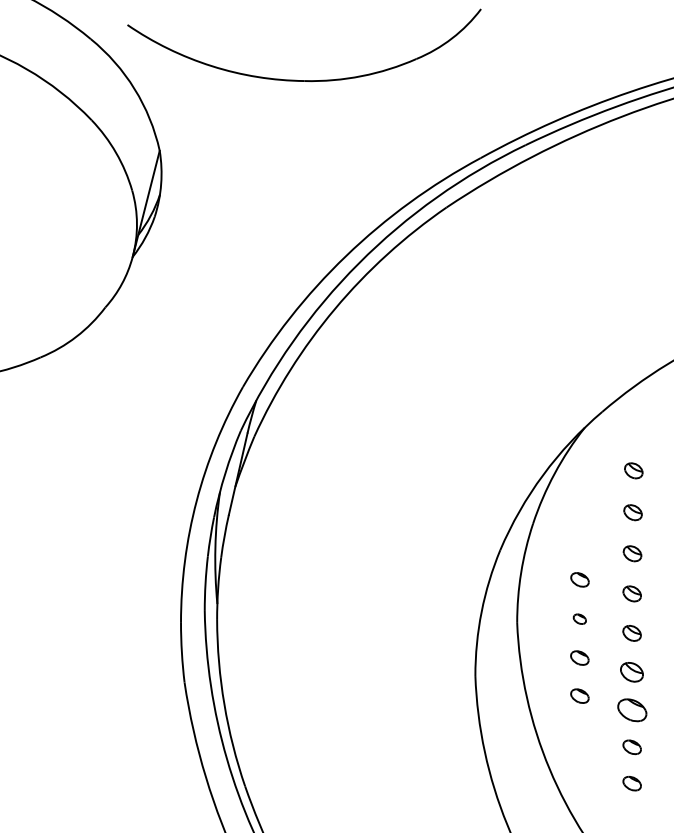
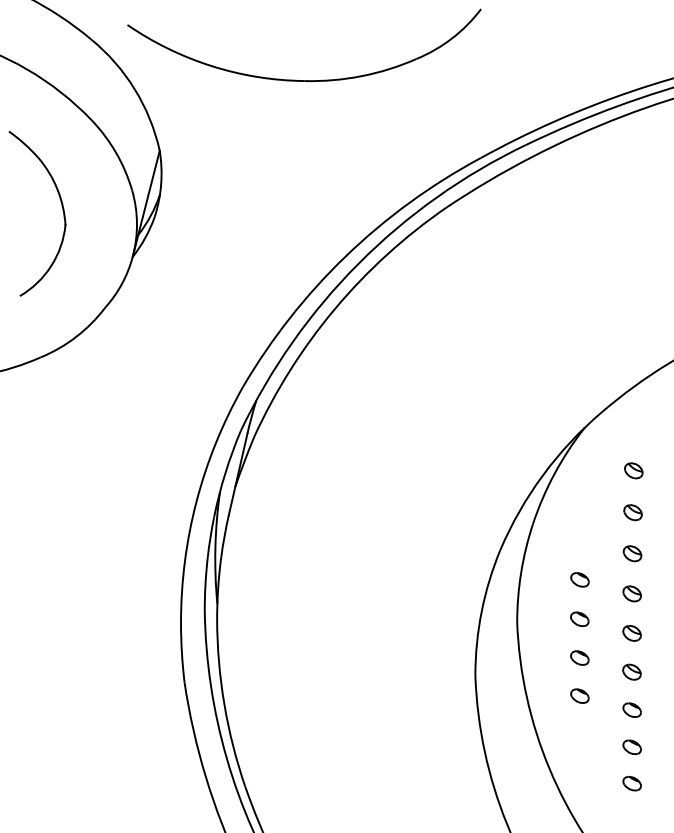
part at (61, 206): none -> present
part at (579, 618) size: 15x12 px -> 20x16 px
part at (631, 672) size: 24x21 px -> 20x18 px
part at (632, 710) size: 31x25 px -> 20x16 px
